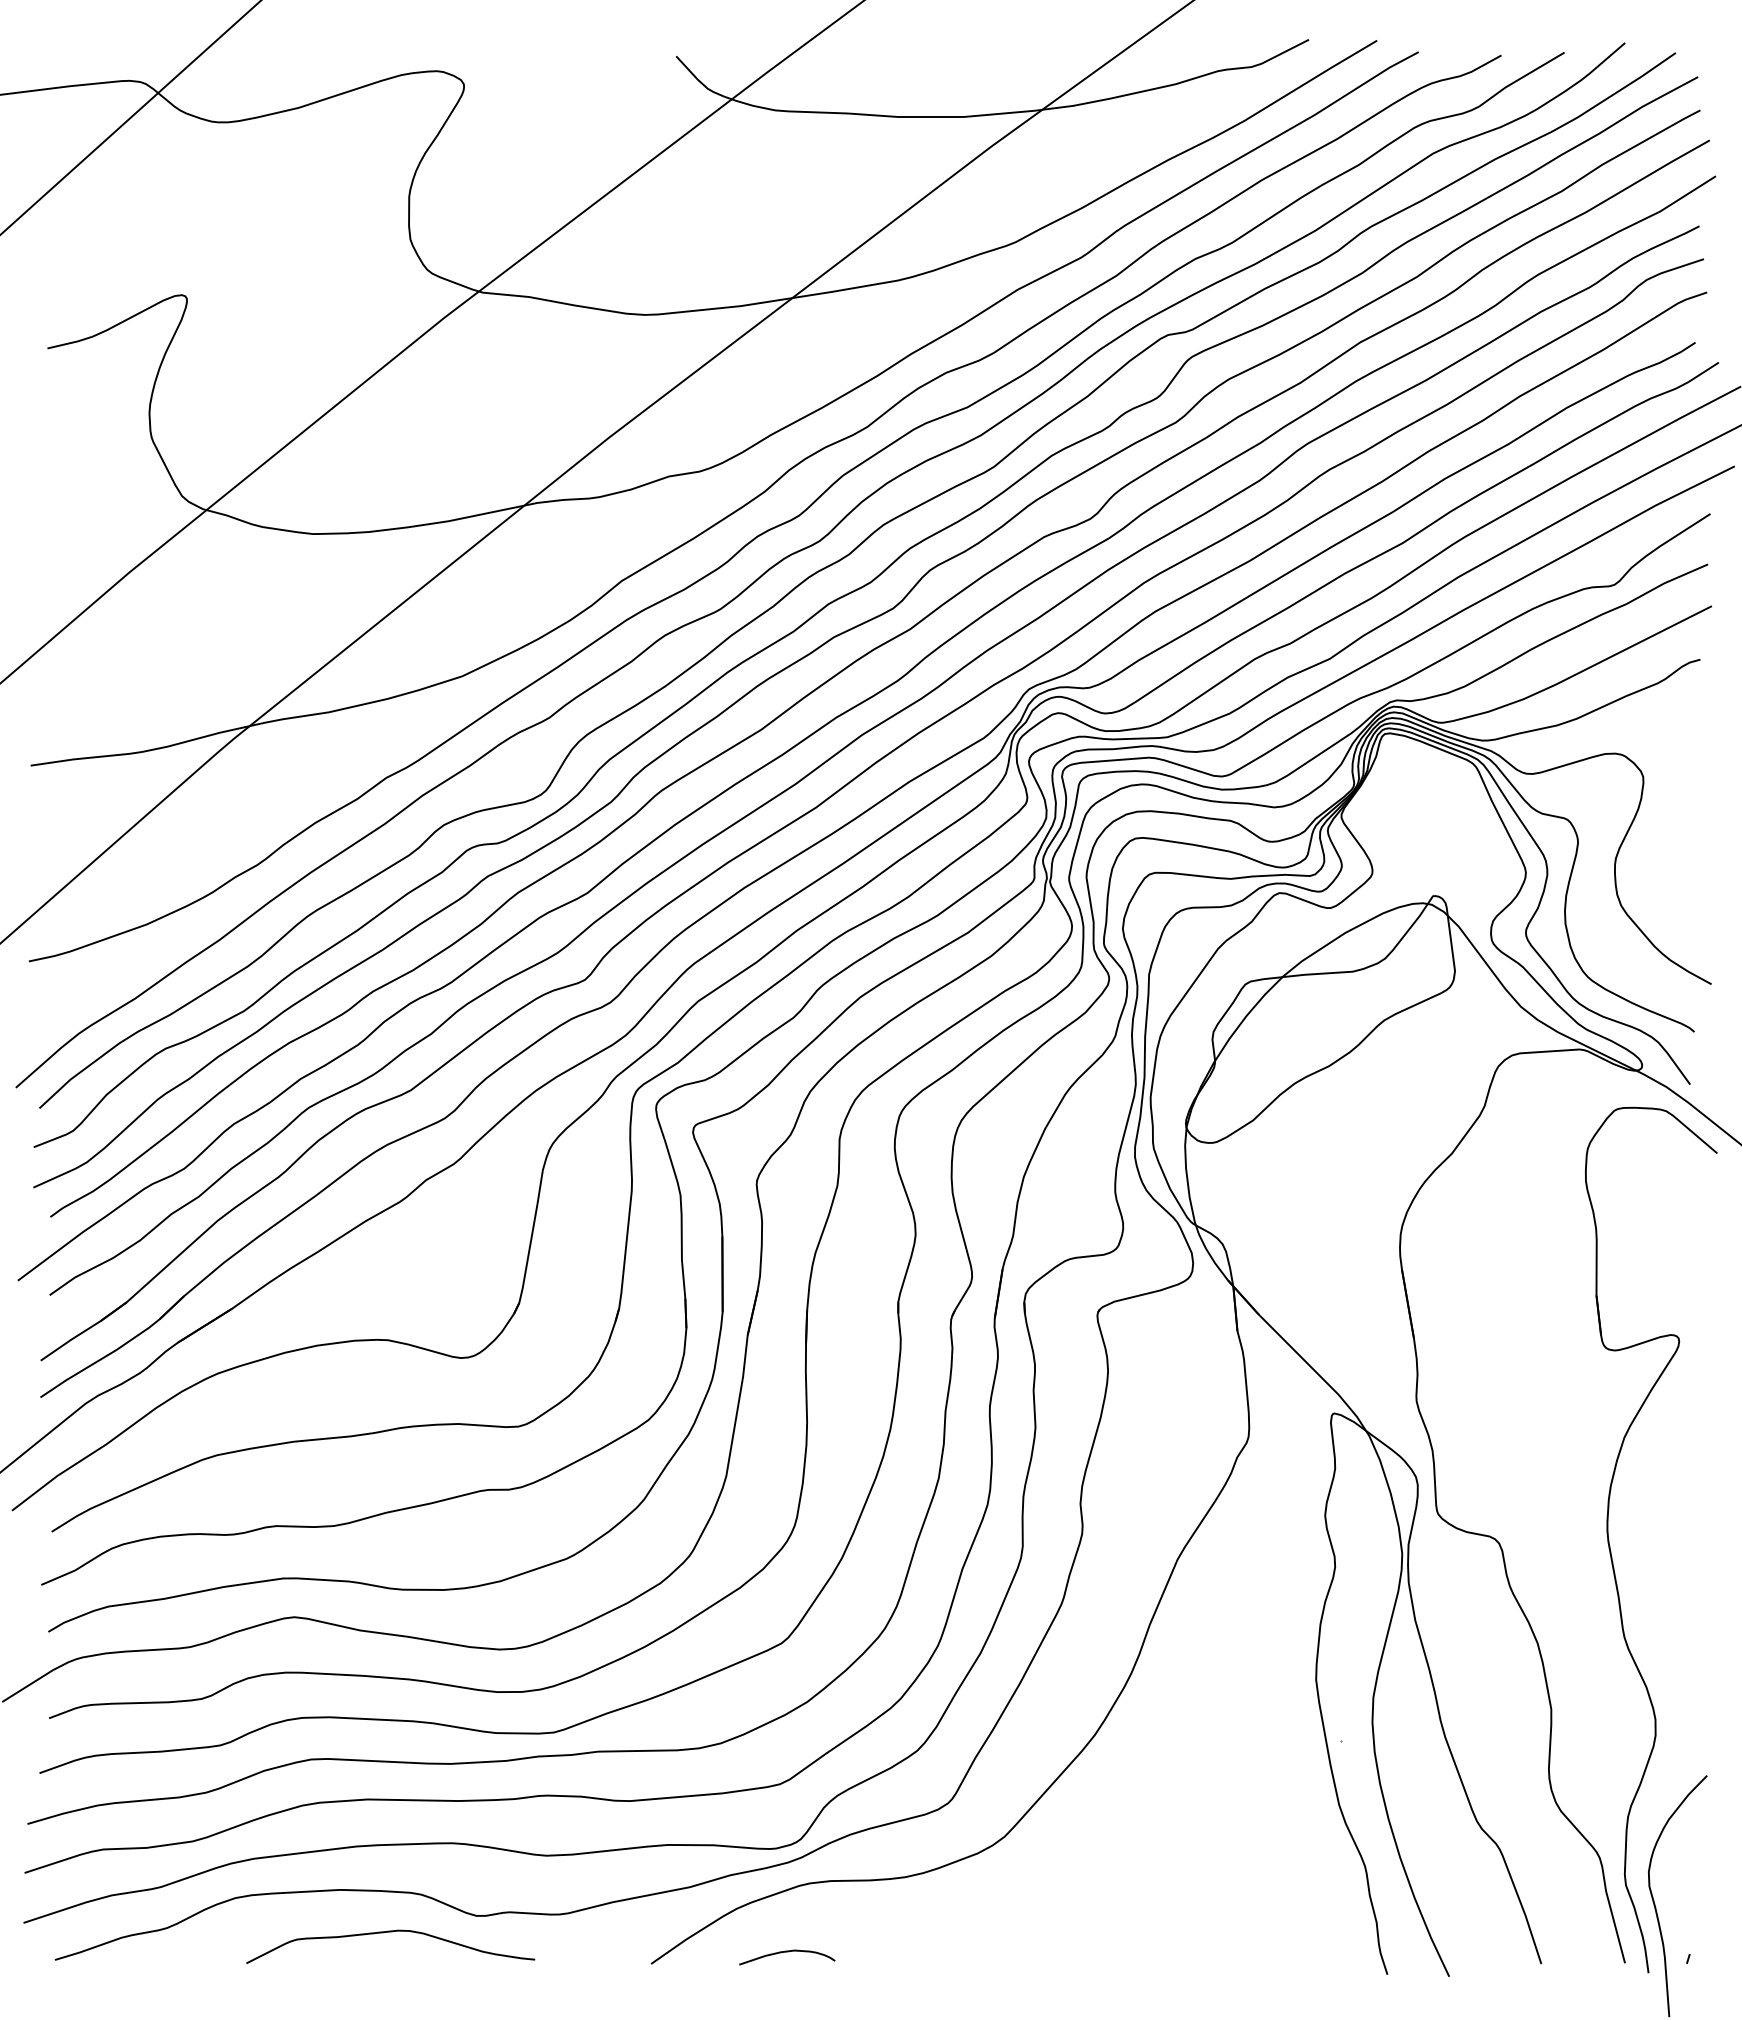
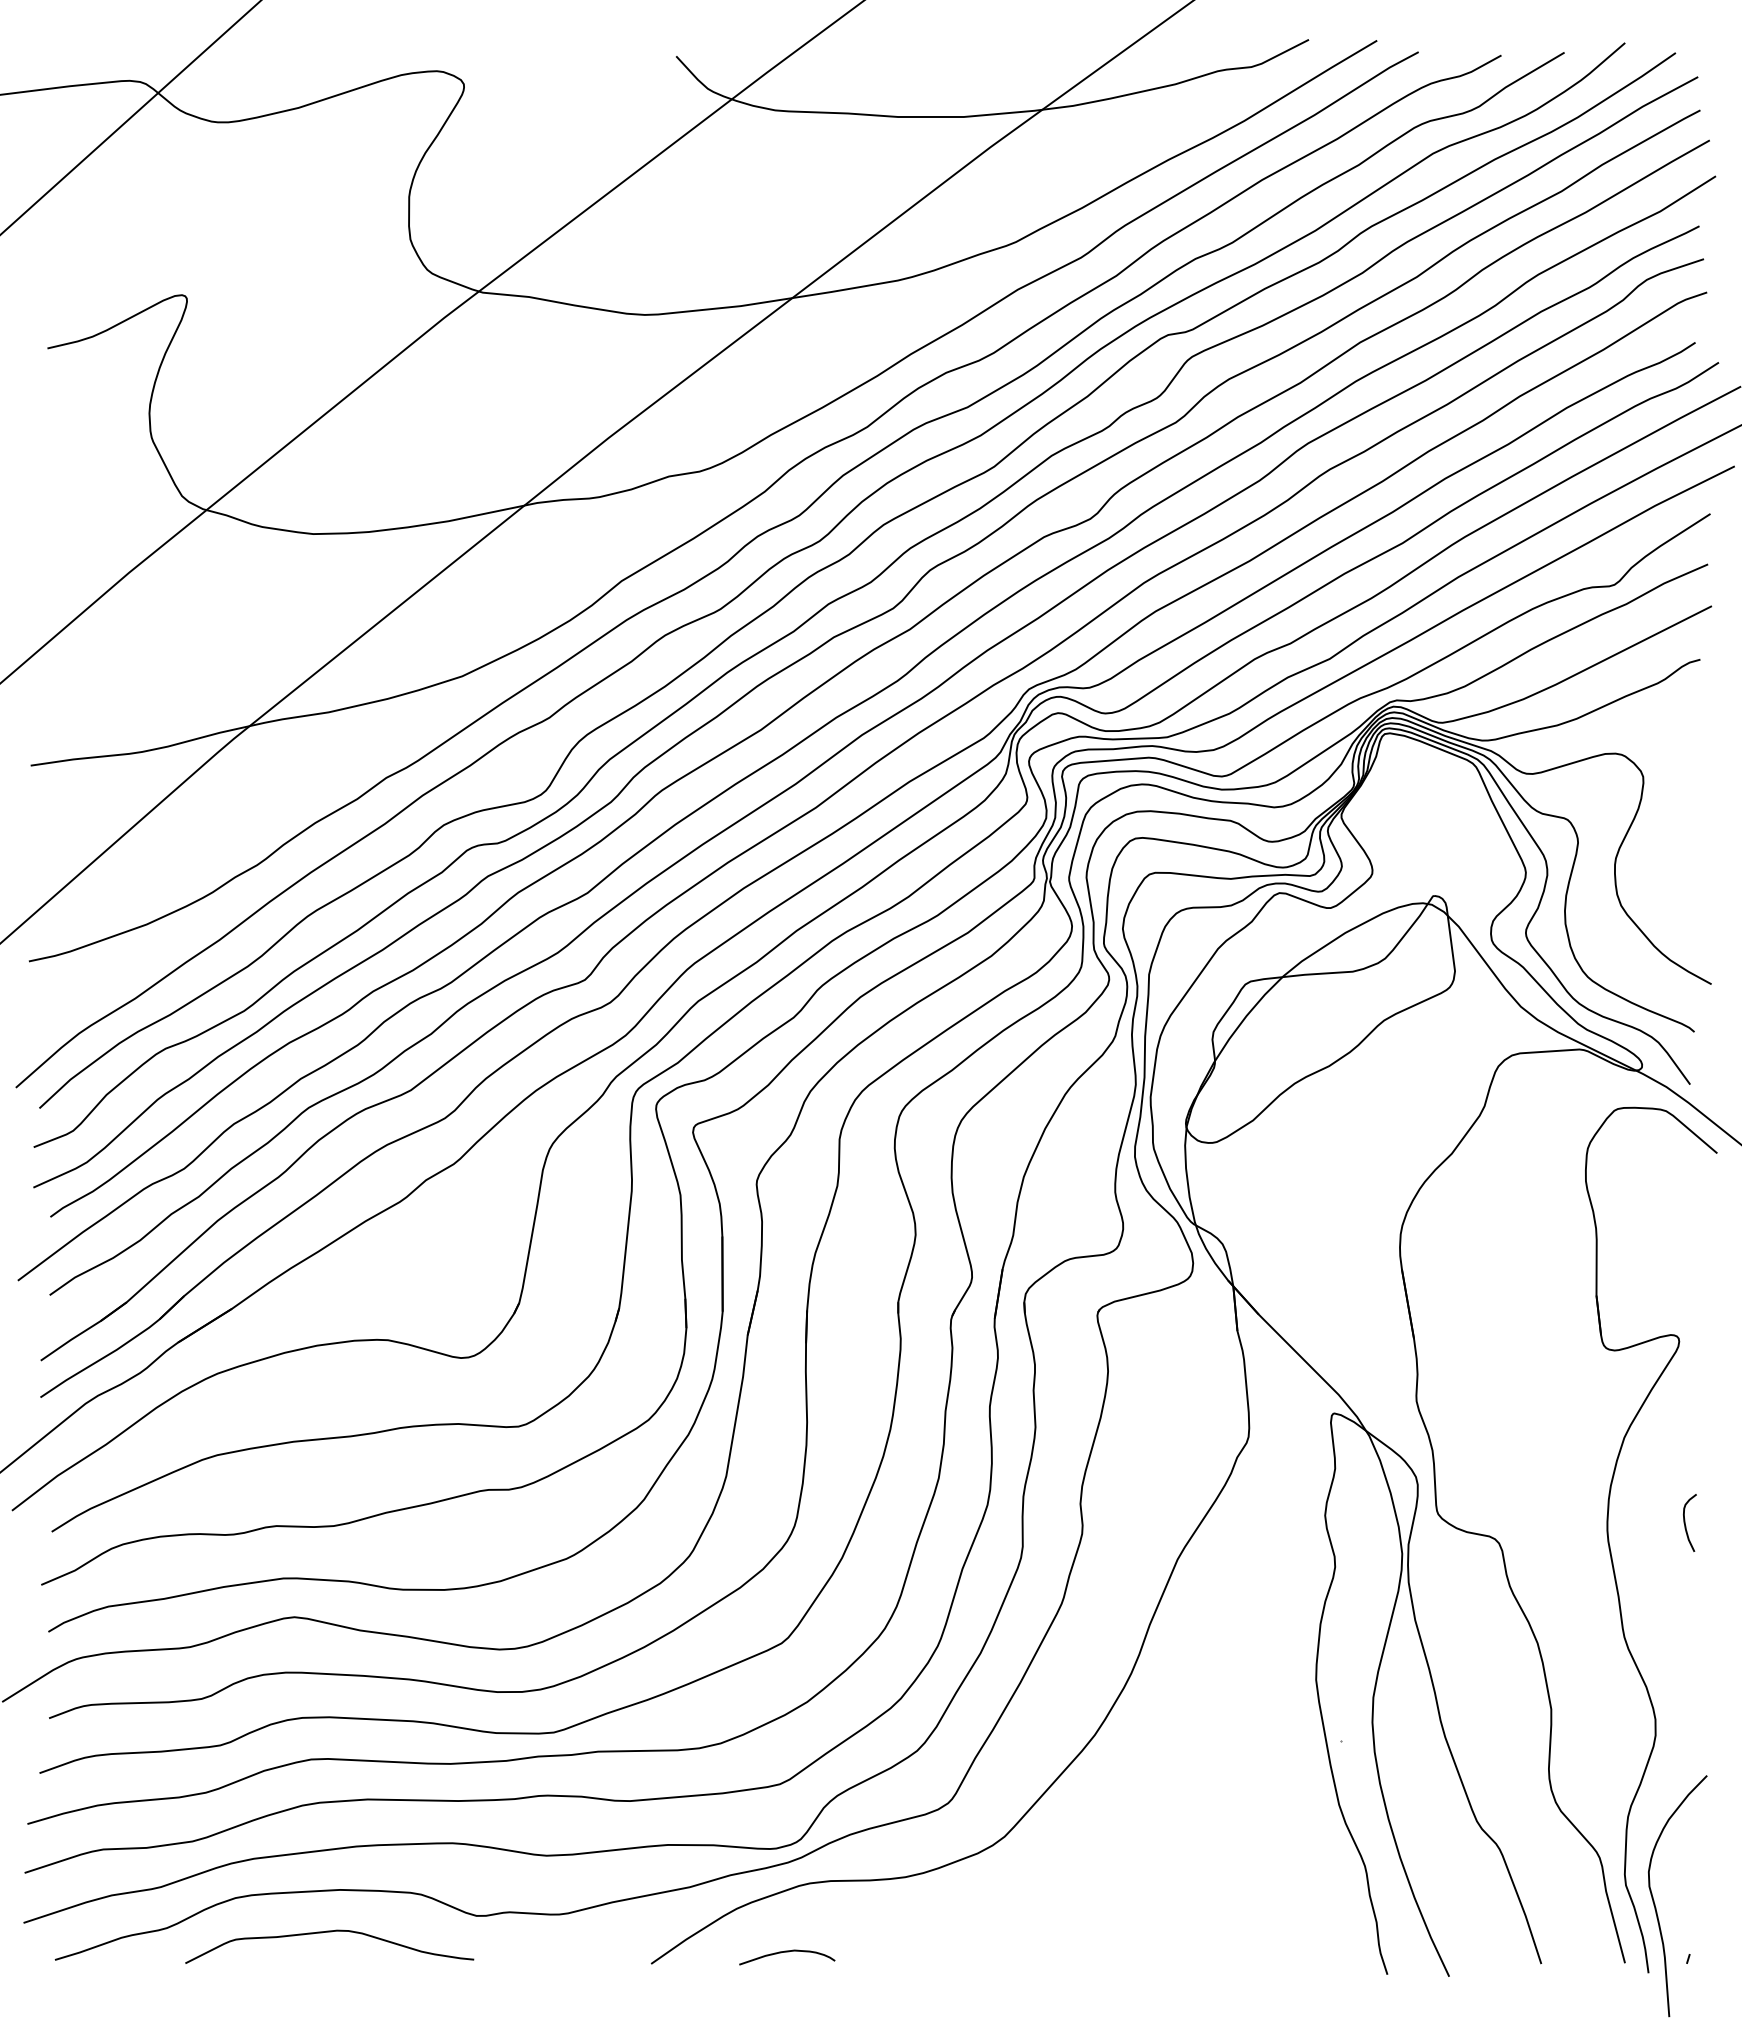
curve at (1685, 1522): none -> present
curve at (390, 1932) position: (390, 1932) -> (329, 1932)
